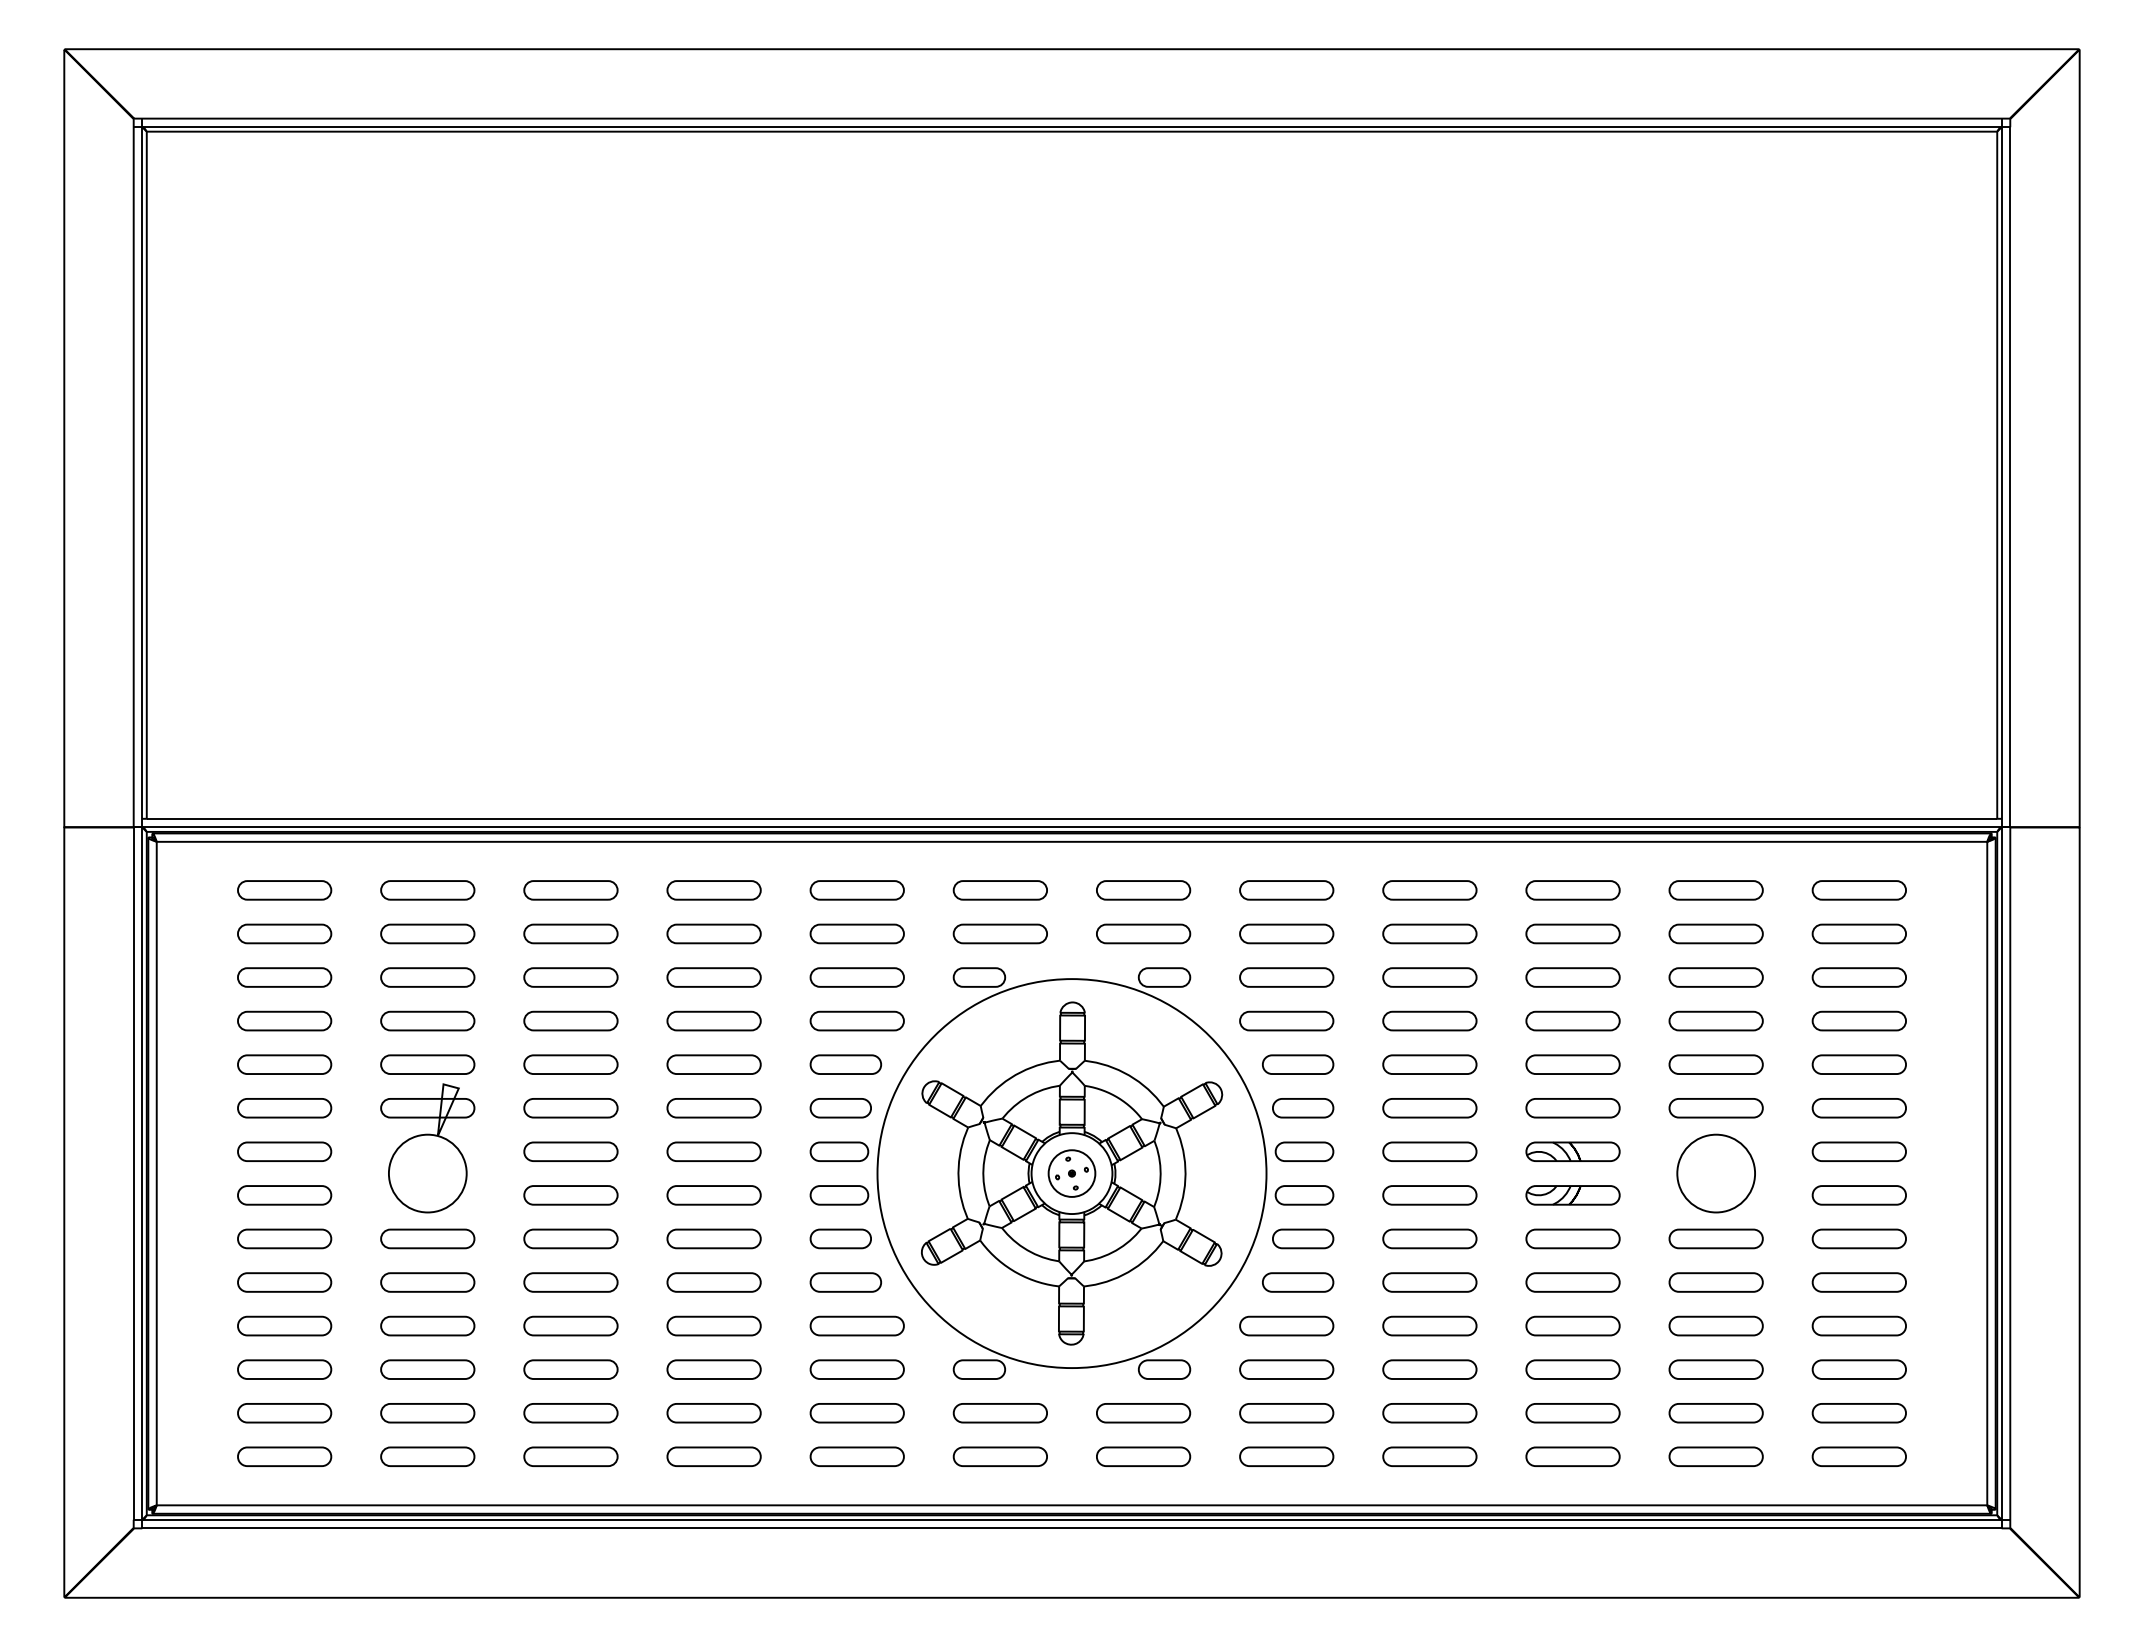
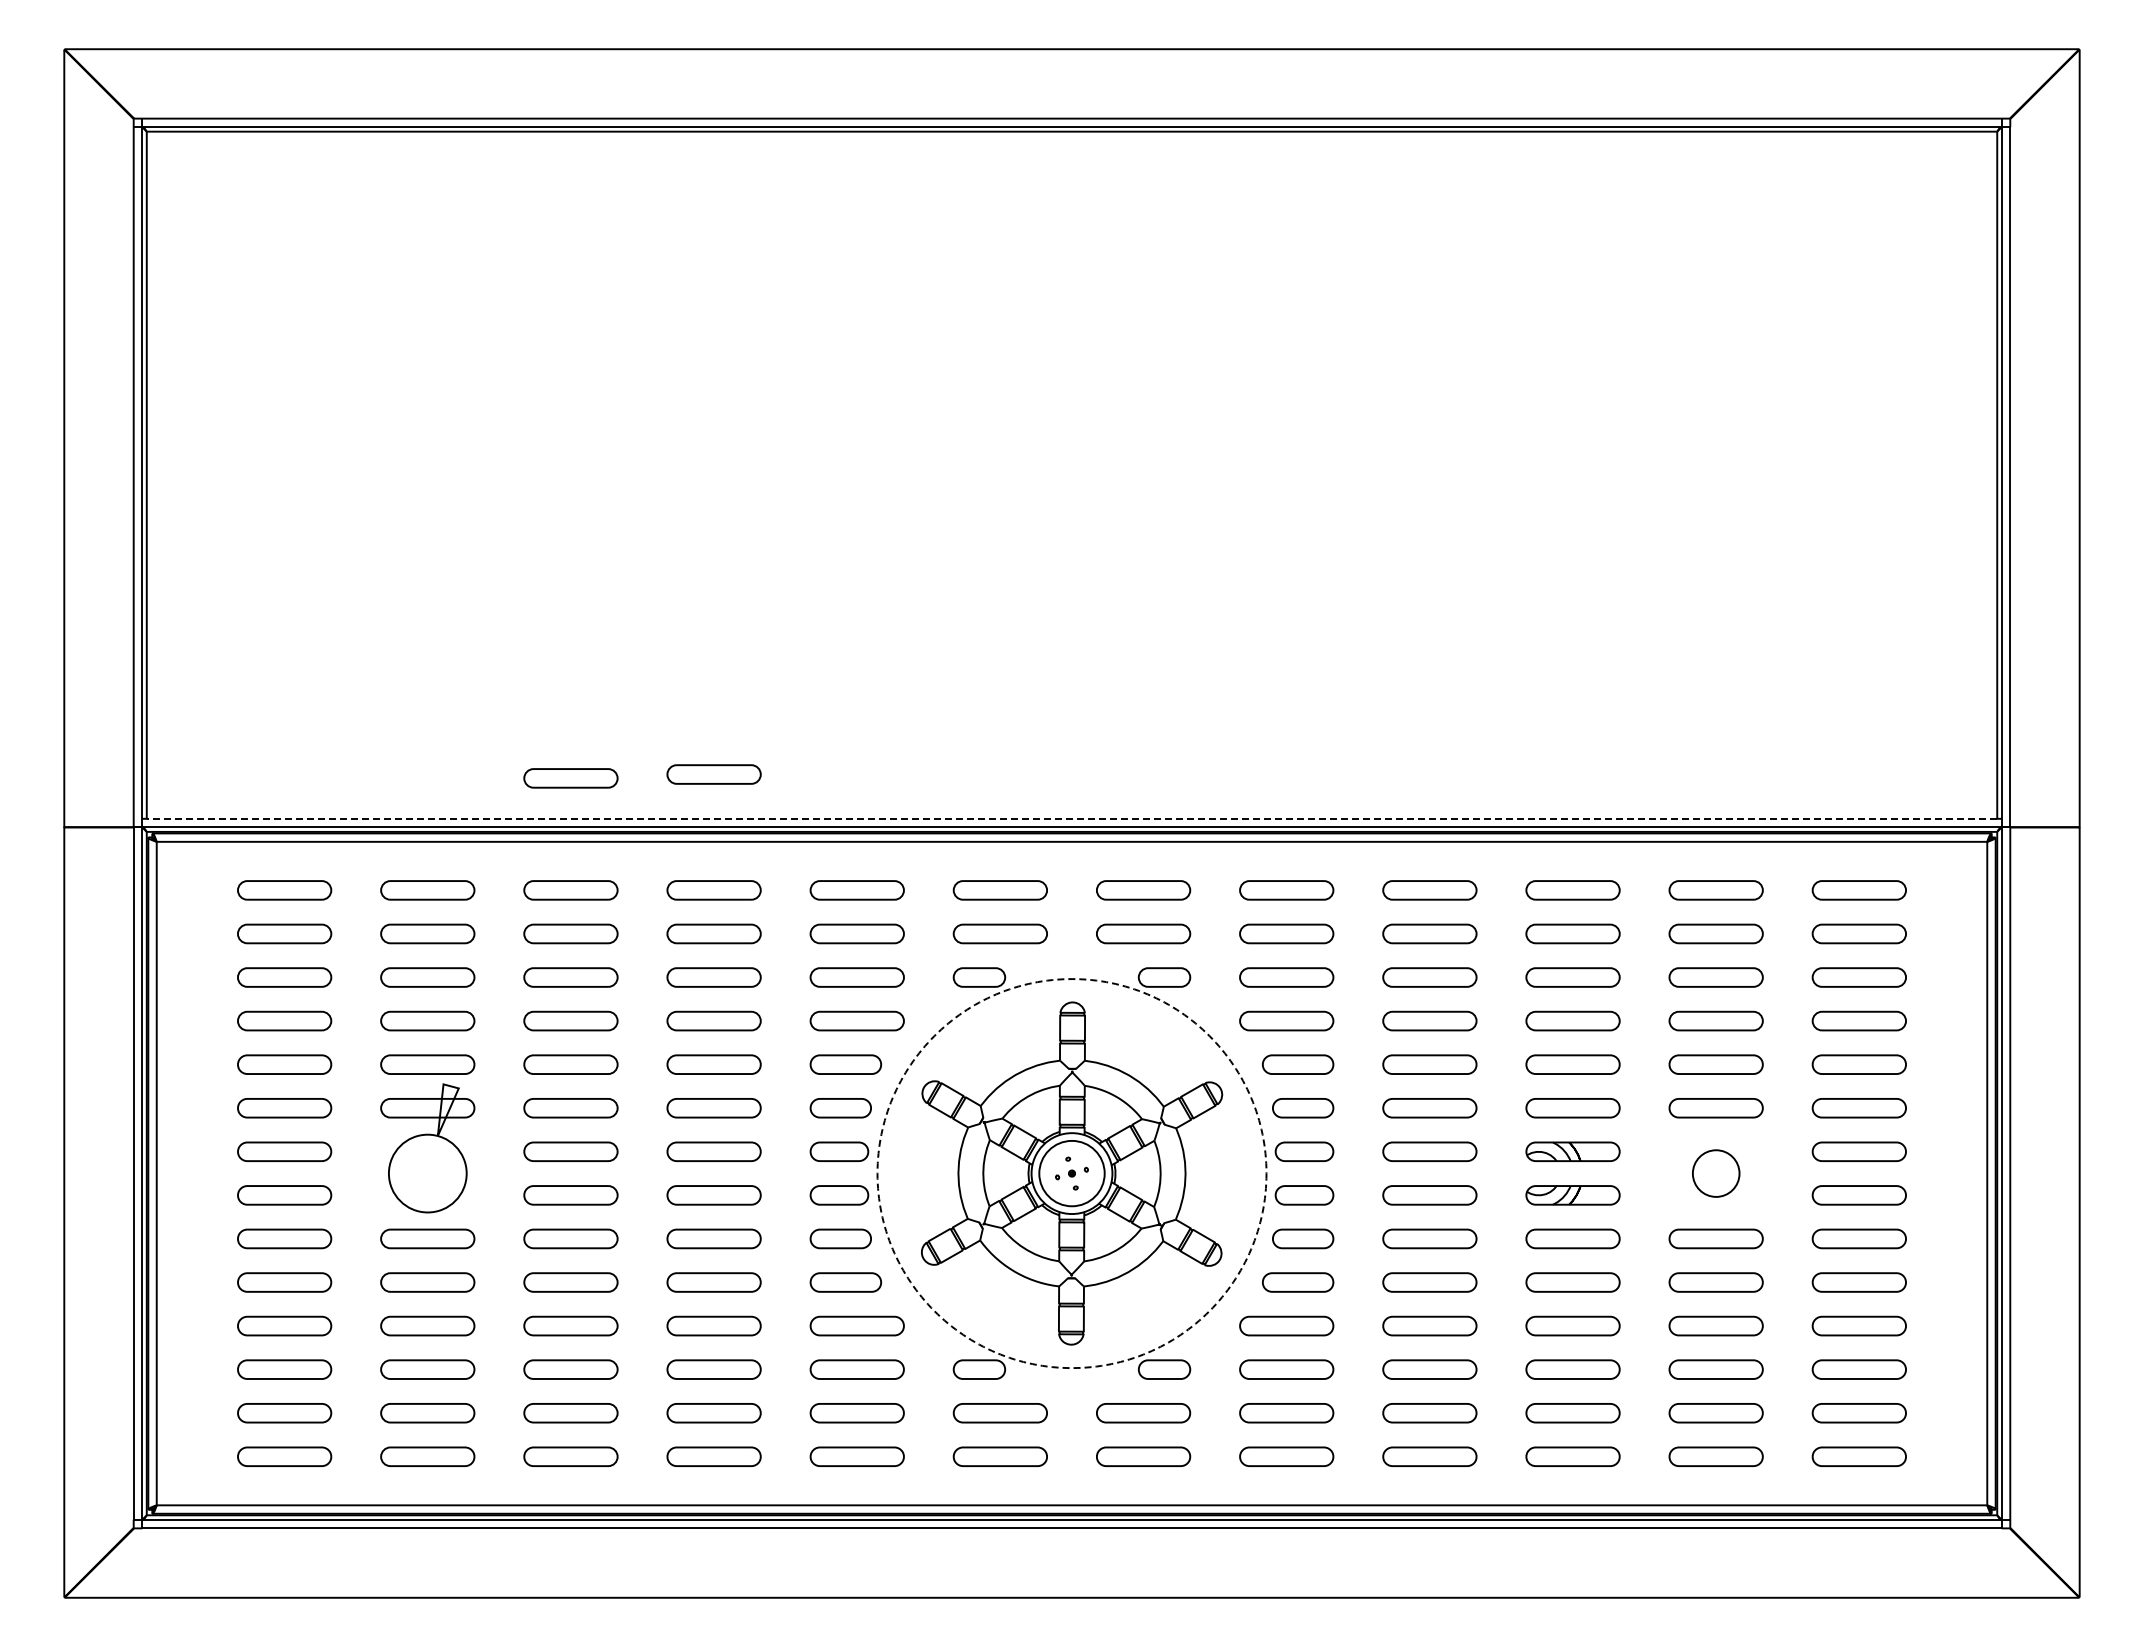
part at (713, 774): none -> present
part at (570, 778): none -> present
line at (1071, 818): solid -> dashed
circle at (1071, 1173) diameter: 47 px -> 65 px
circle at (1071, 1173): solid -> dashed
circle at (1716, 1173) diameter: 78 px -> 47 px
